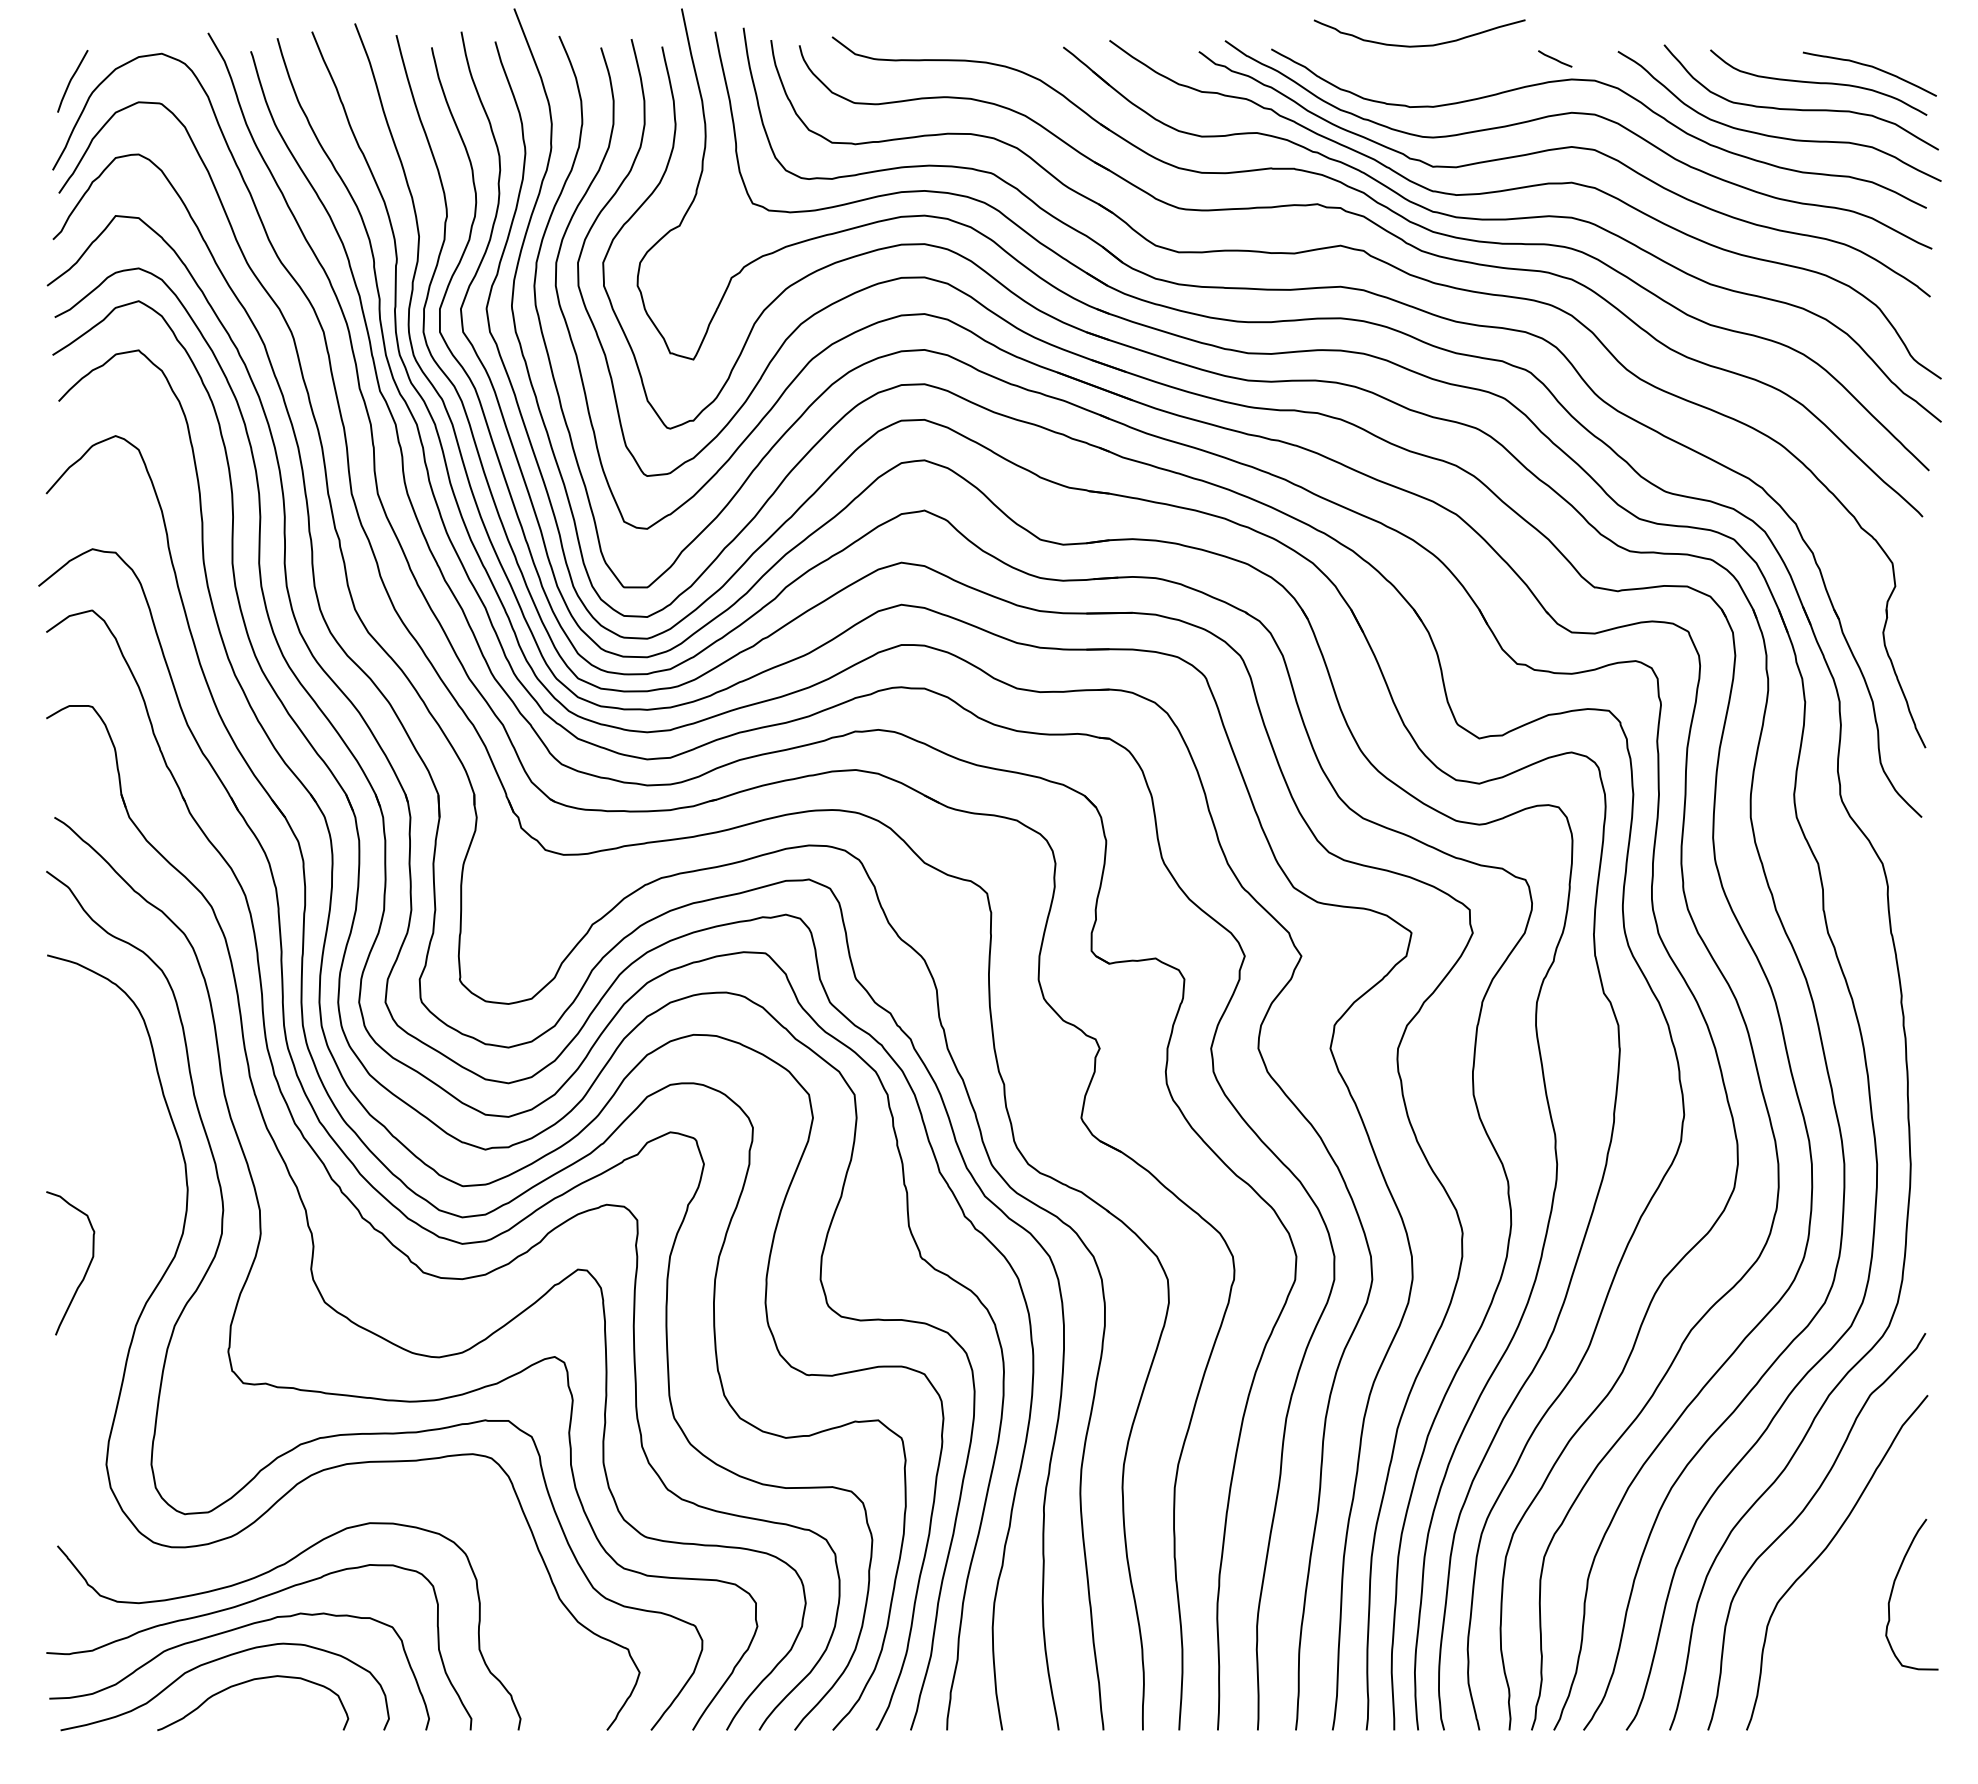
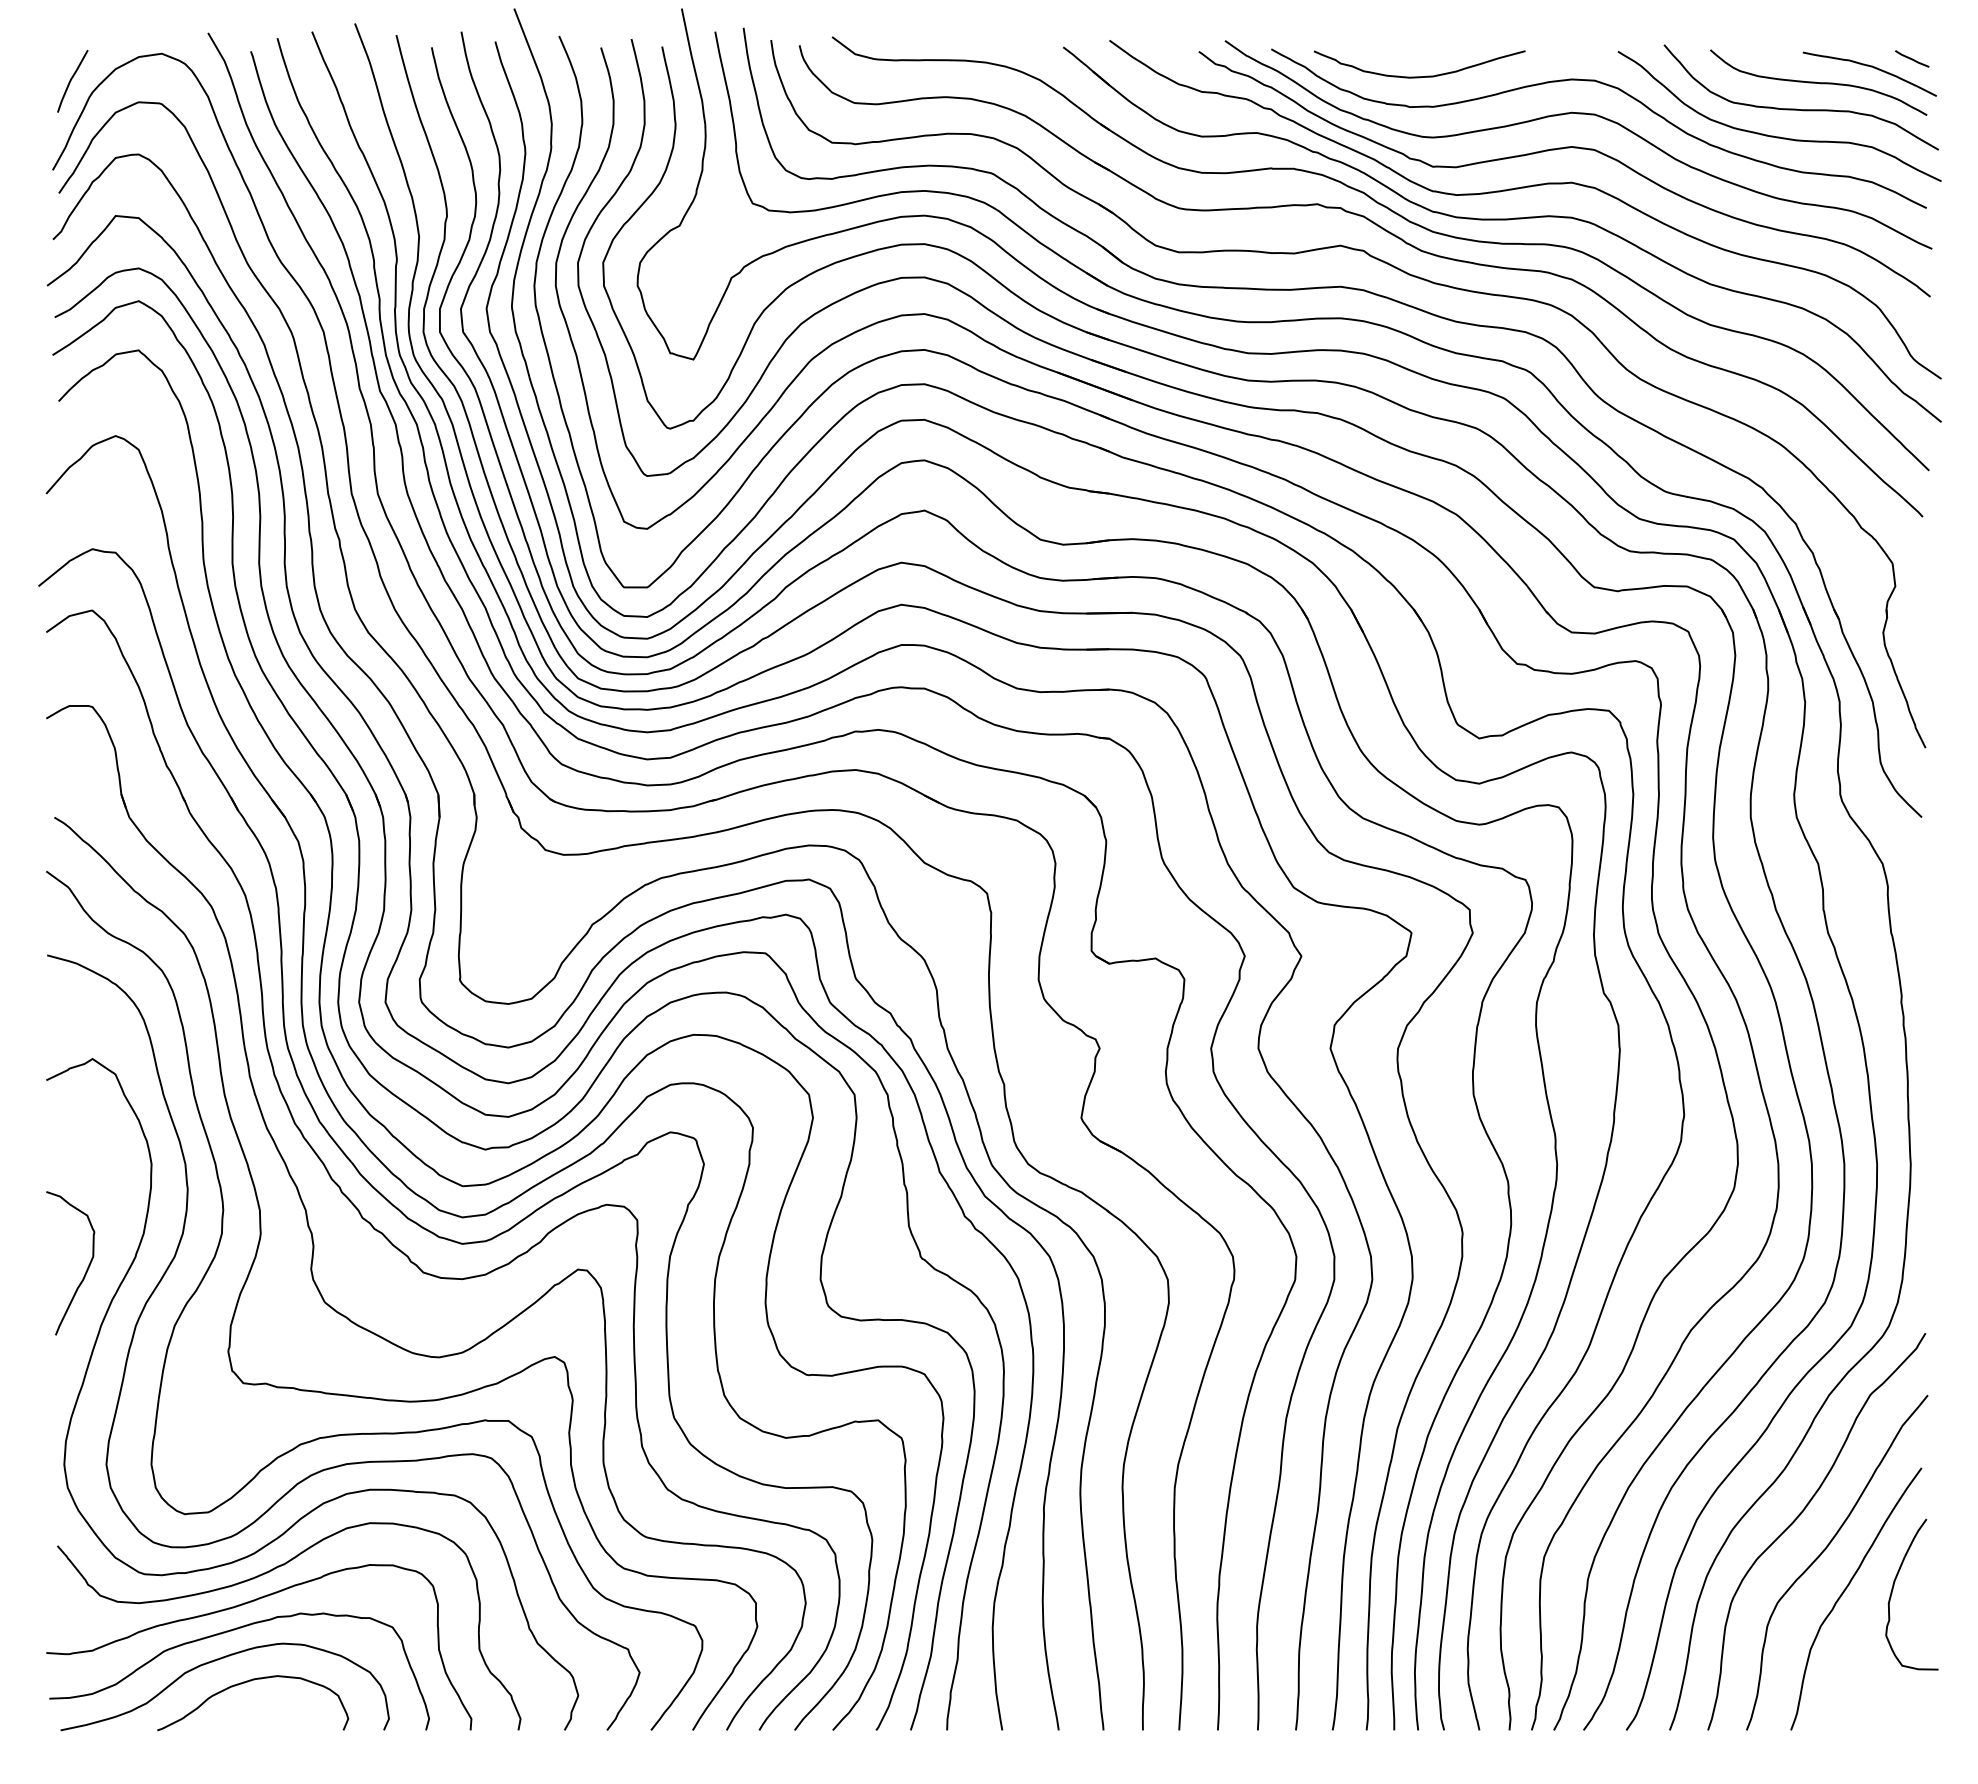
curve at (1419, 45) position: (1419, 45) -> (1419, 76)
line at (1555, 58) position: (1555, 58) -> (1912, 58)
curve at (344, 1493): none -> present
curve at (1844, 1592): none -> present
